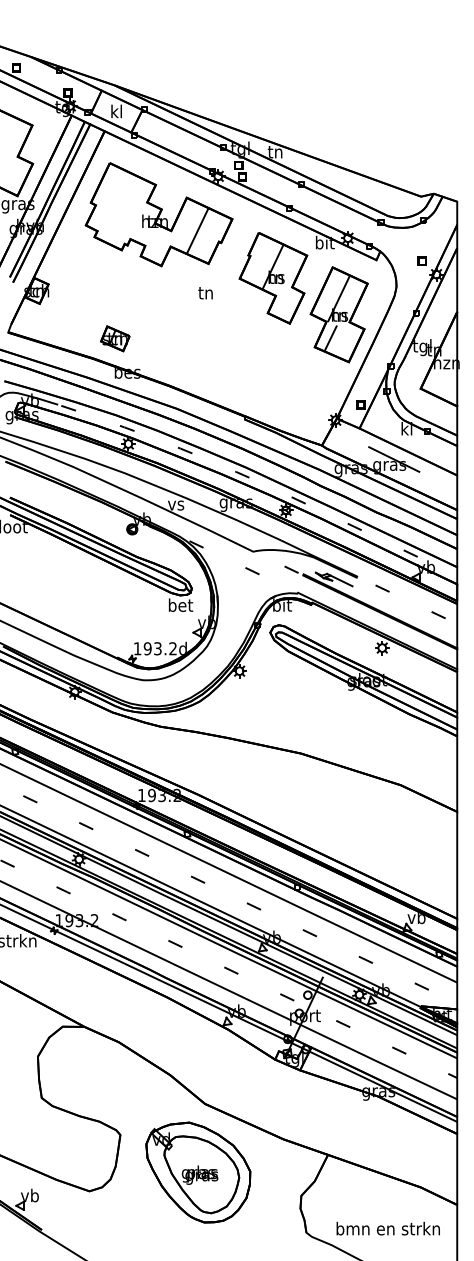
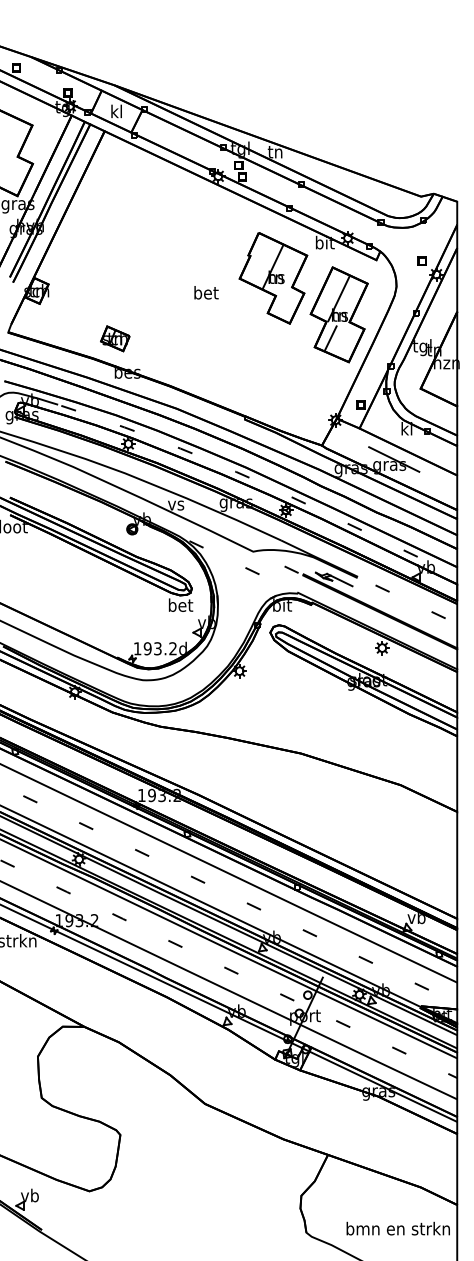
part at (158, 214): present -> none
text at (206, 292): tn -> bet
part at (198, 1172): present -> none
text at (387, 1228) position: (387, 1228) -> (397, 1228)
